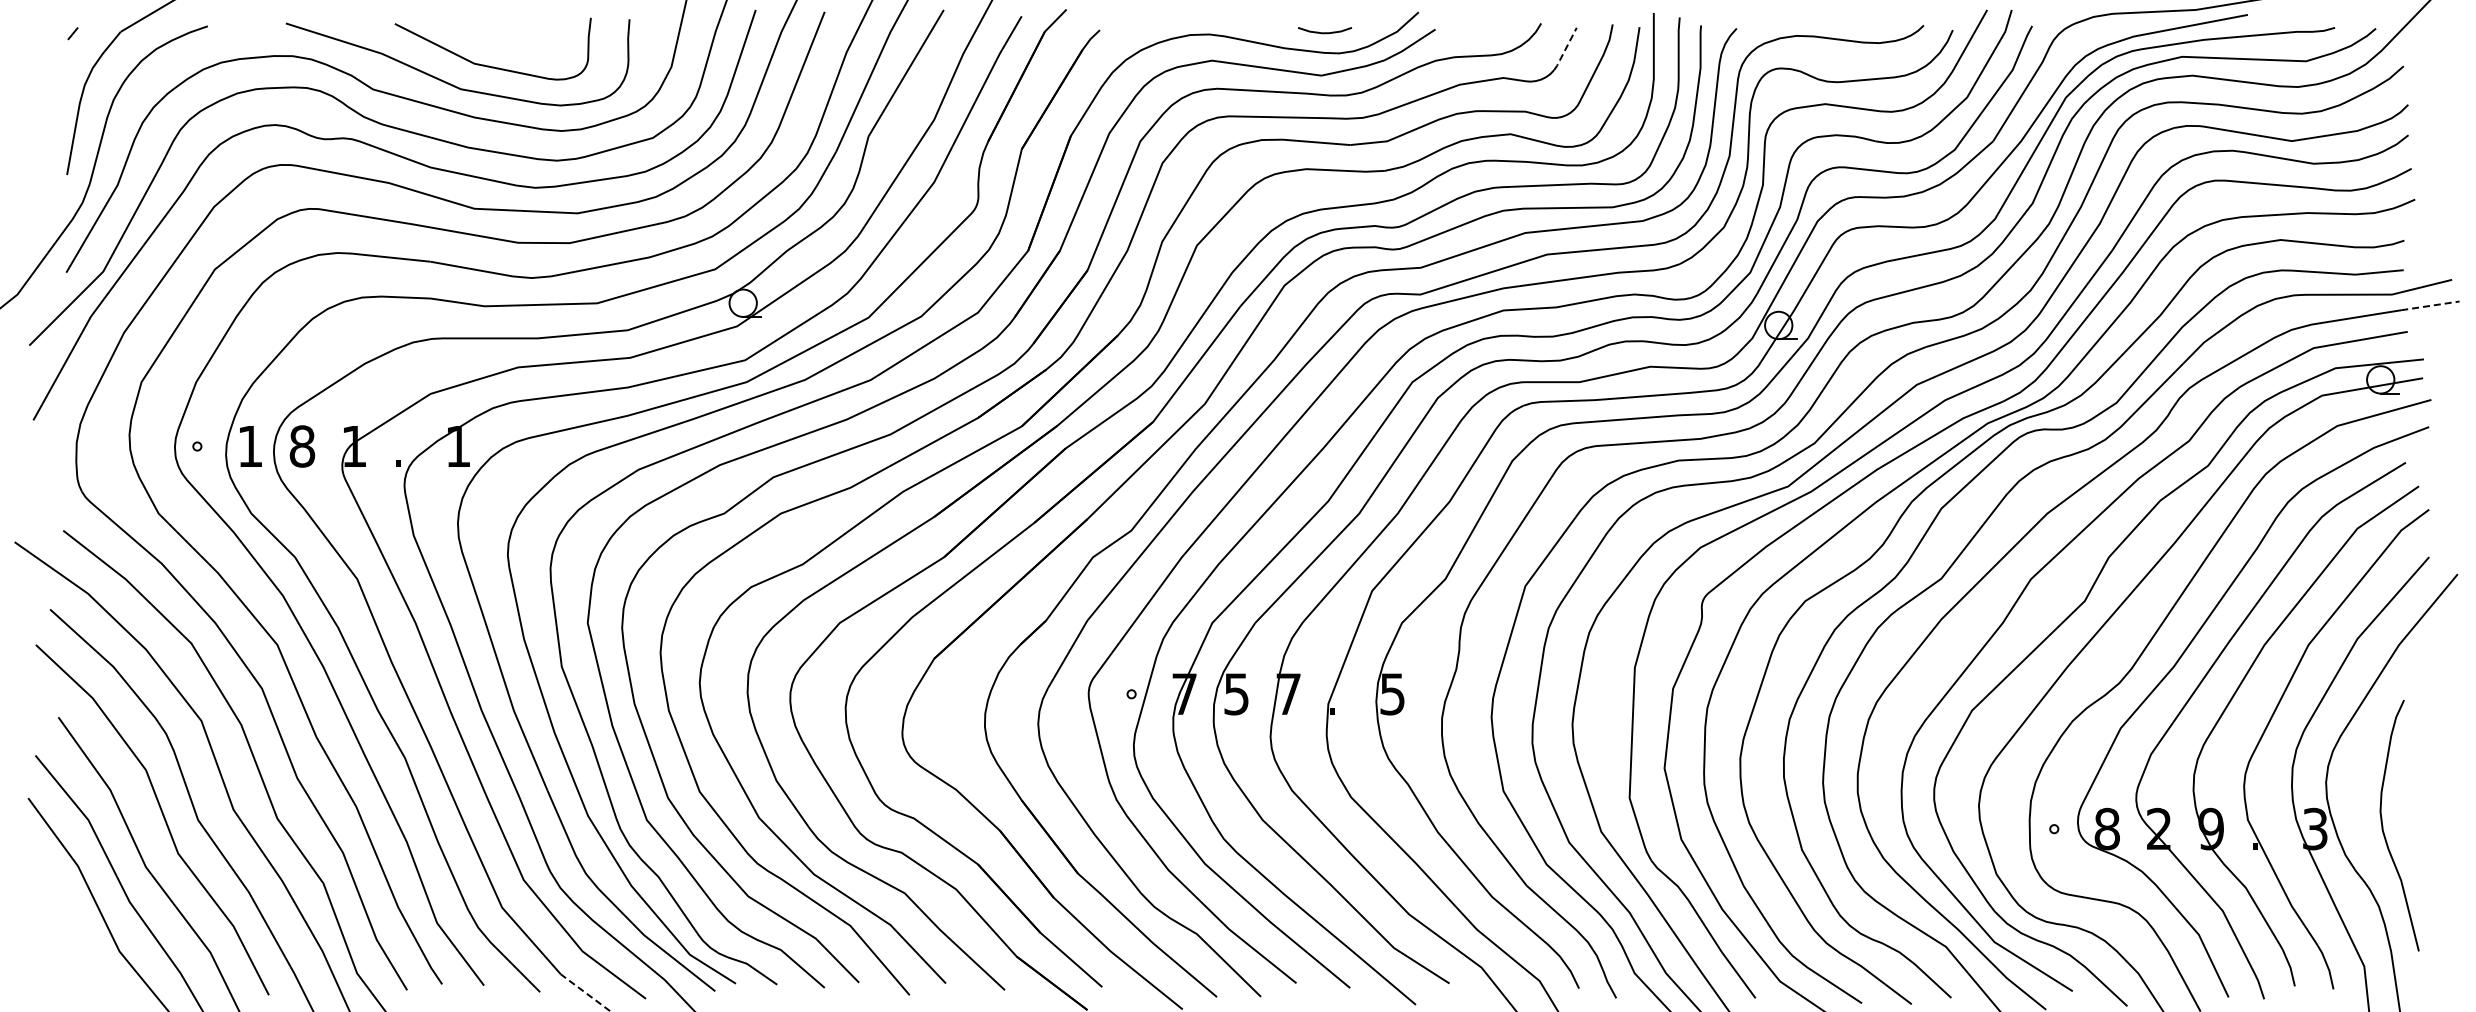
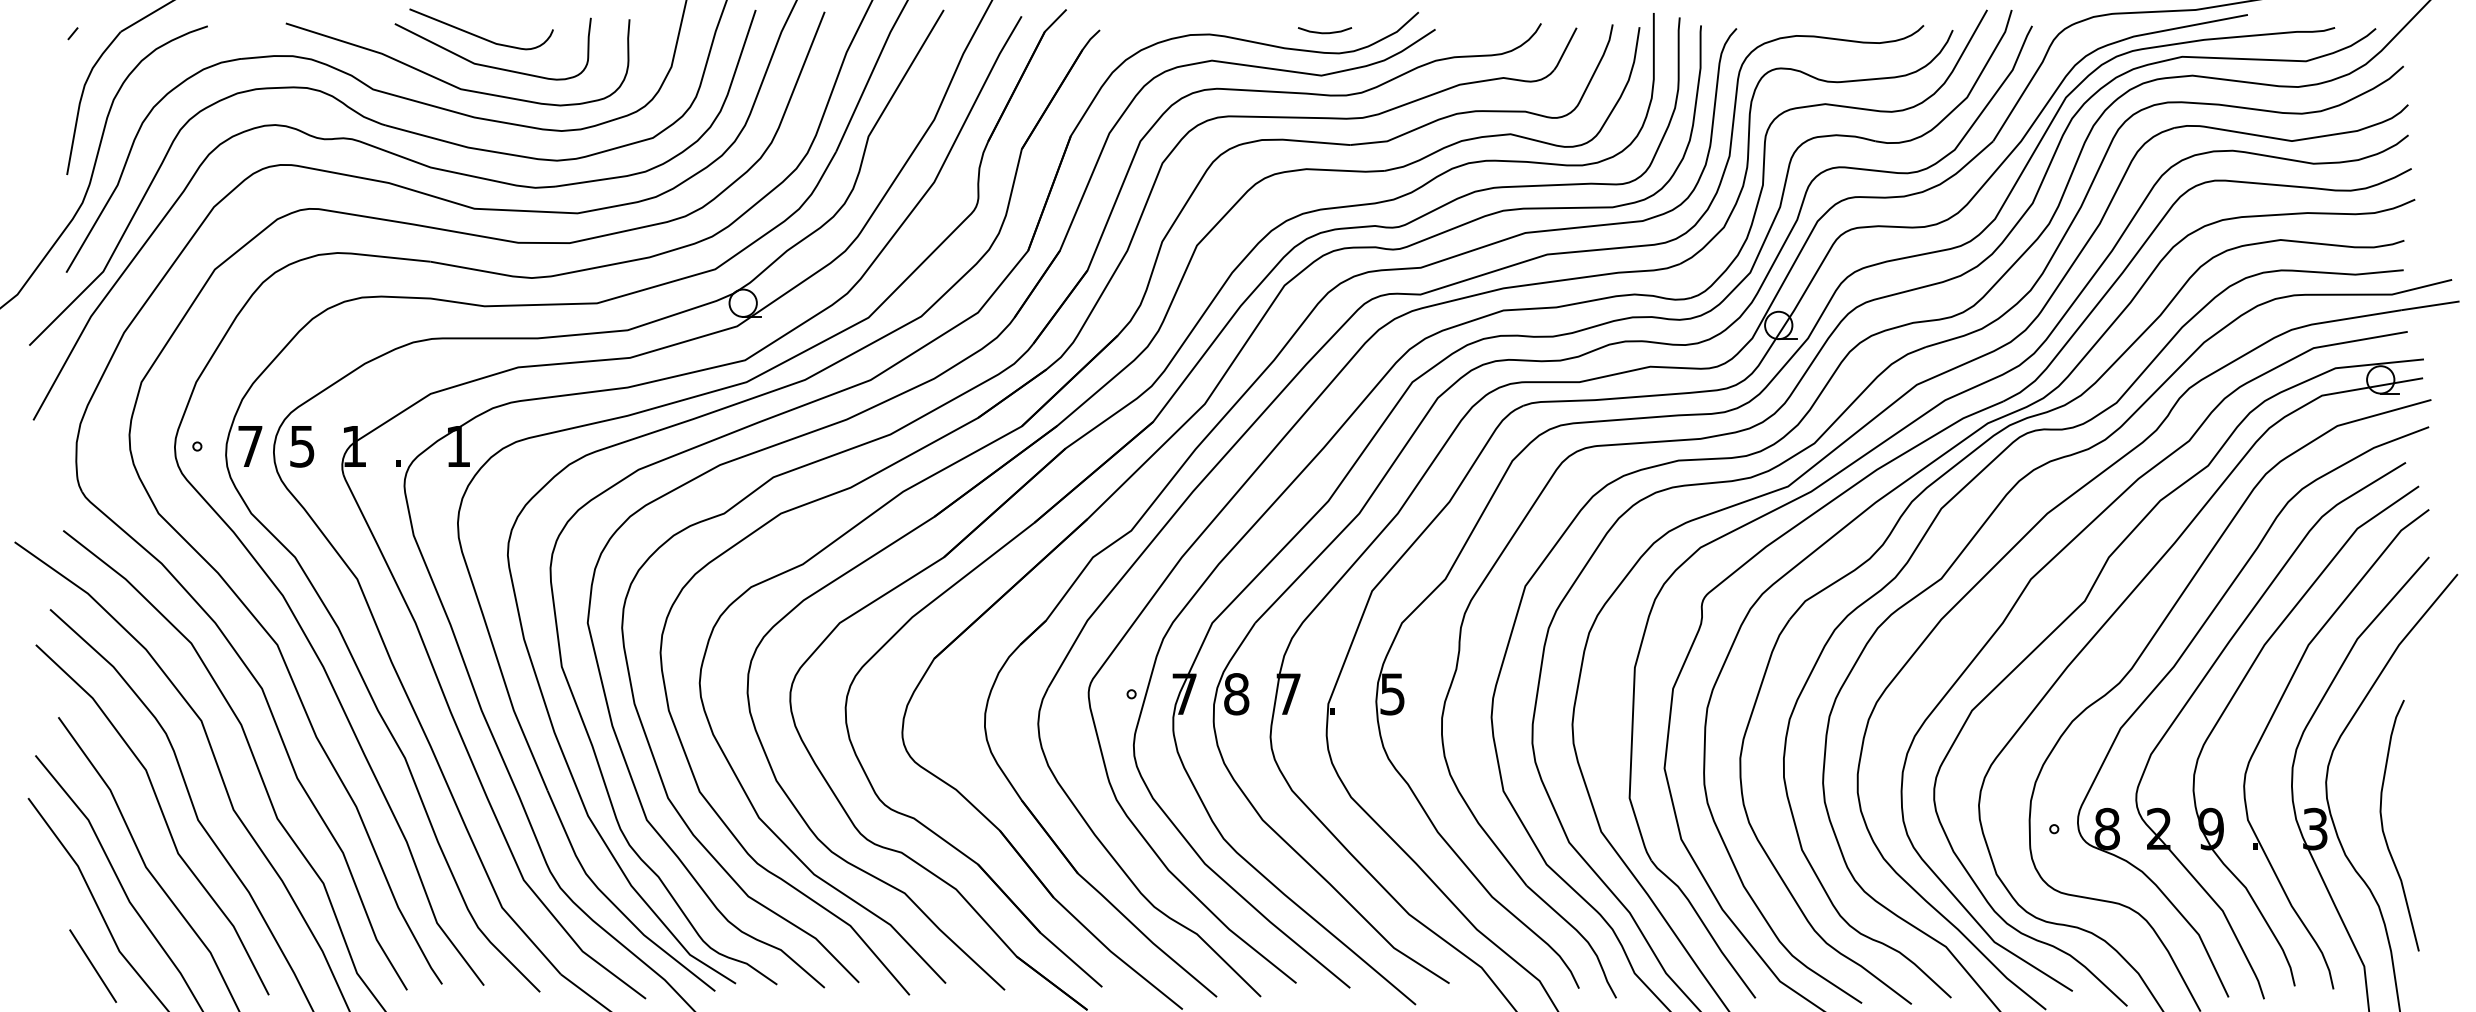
curve at (478, 35): none -> present
line at (1565, 49): dashed -> solid
line at (2430, 305): dashed -> solid
text at (250, 446): 1 -> 7
text at (302, 446): 8 -> 5
text at (1236, 694): 5 -> 8
line at (93, 965): none -> present
line at (585, 992): dashed -> solid
